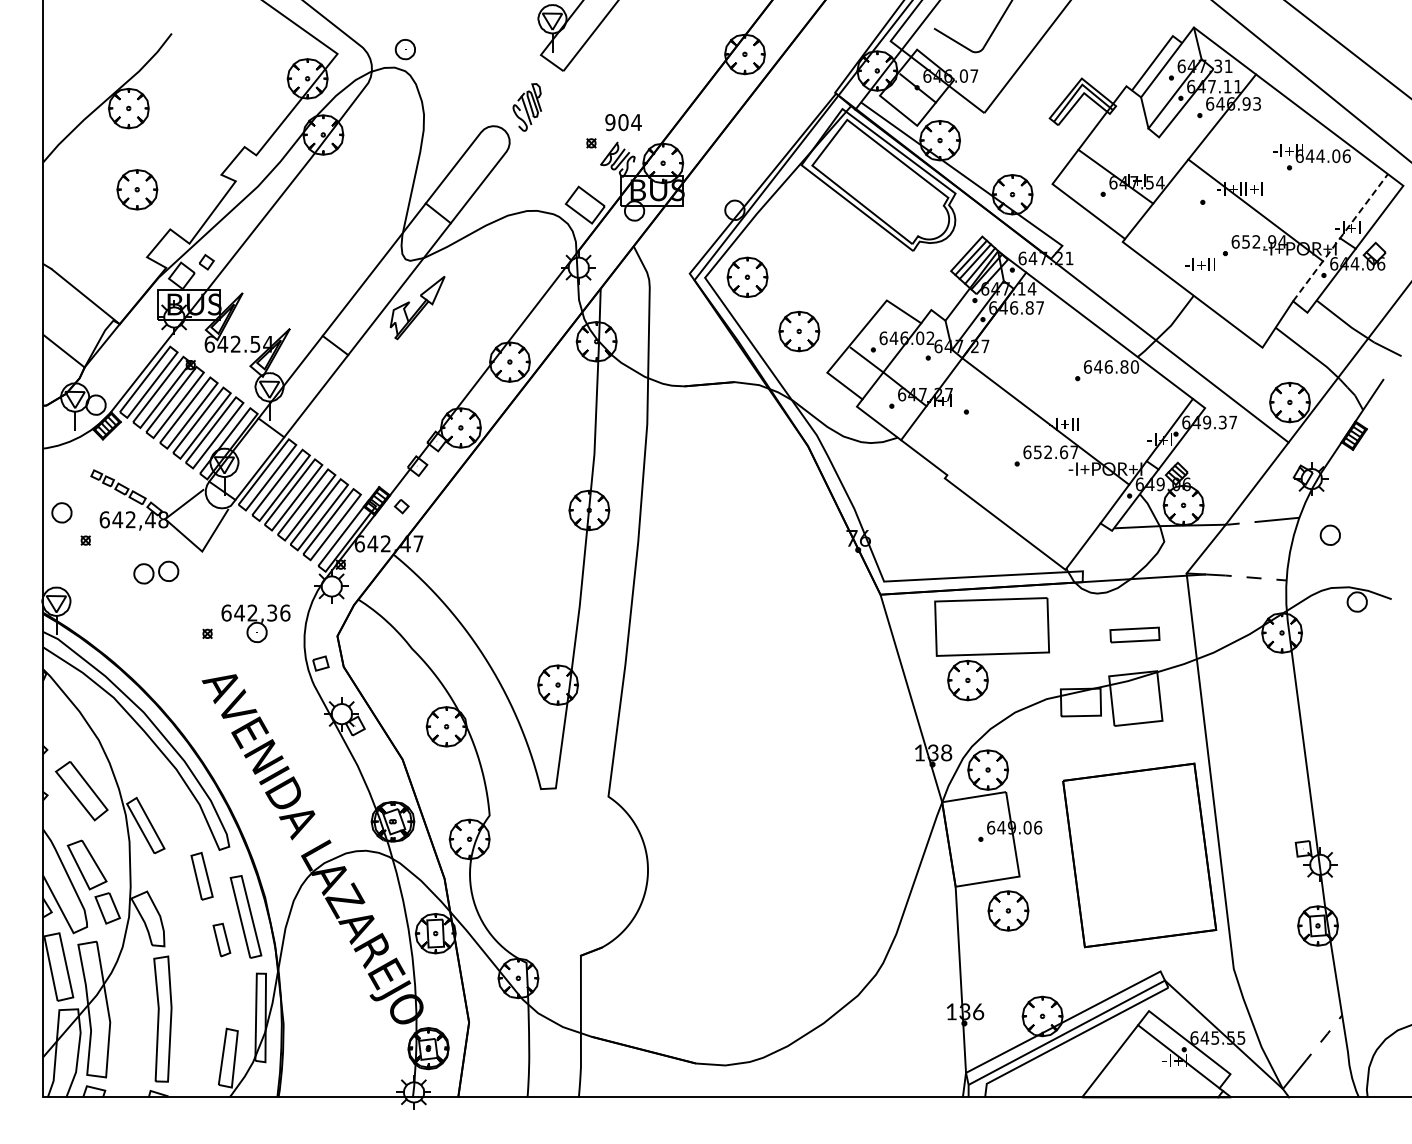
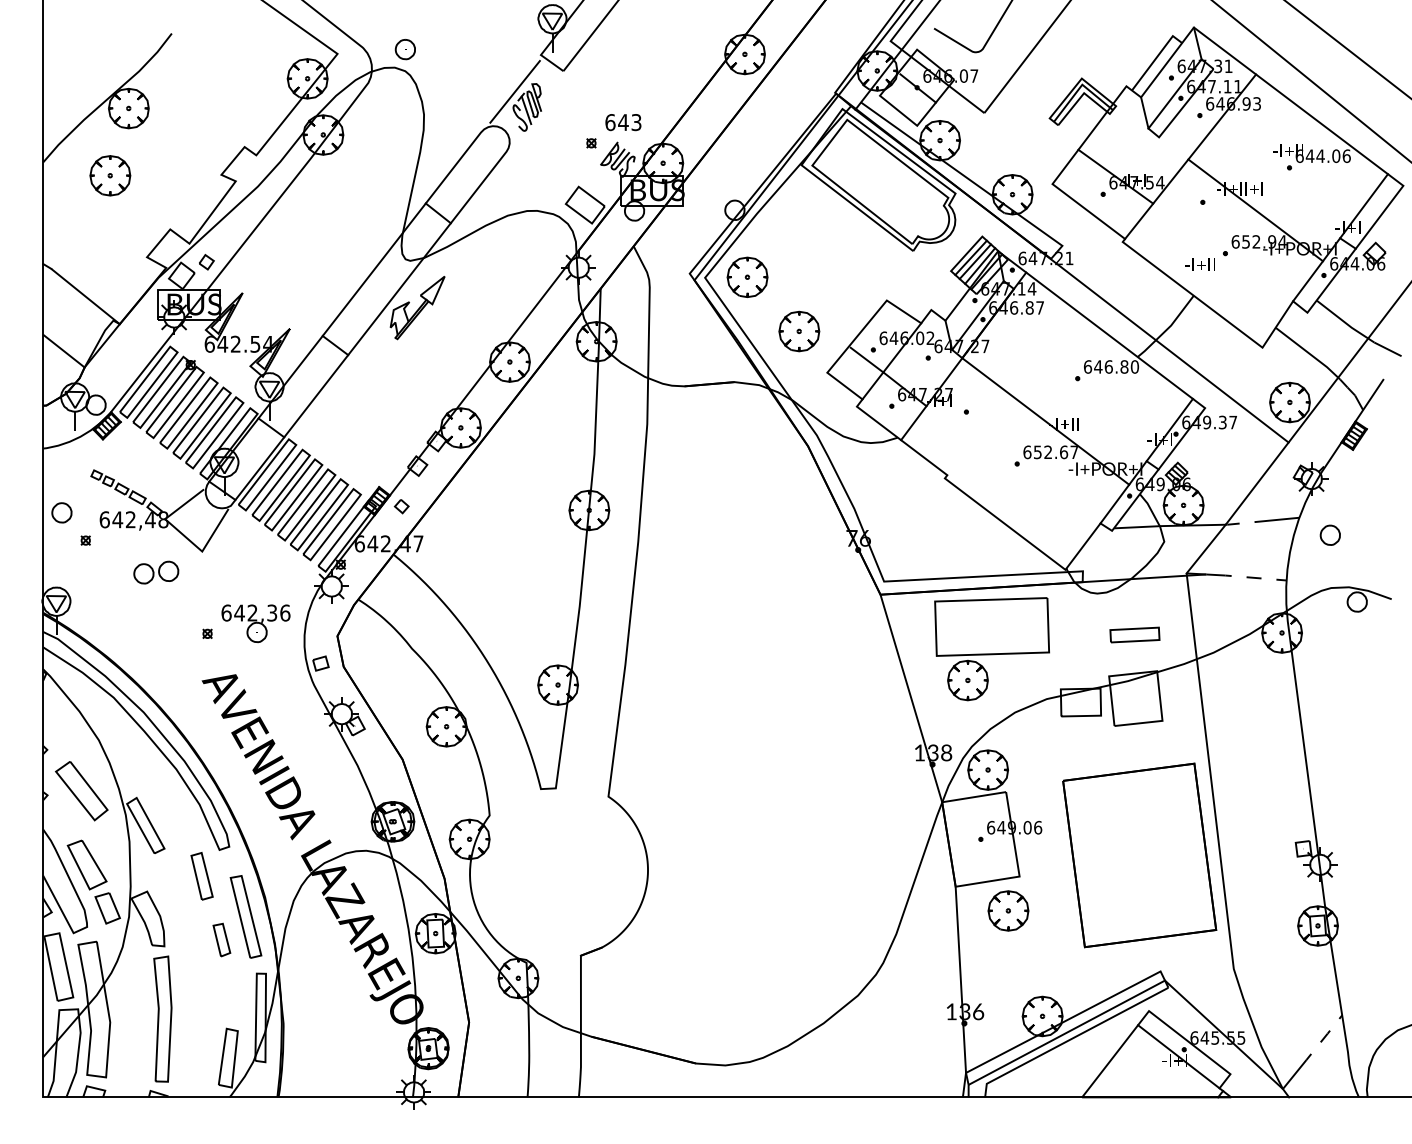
line at (514, 91): none -> present
text at (623, 122): 904 -> 643
part at (137, 189) position: (137, 189) -> (110, 175)
line at (1340, 237): dashed -> solid
